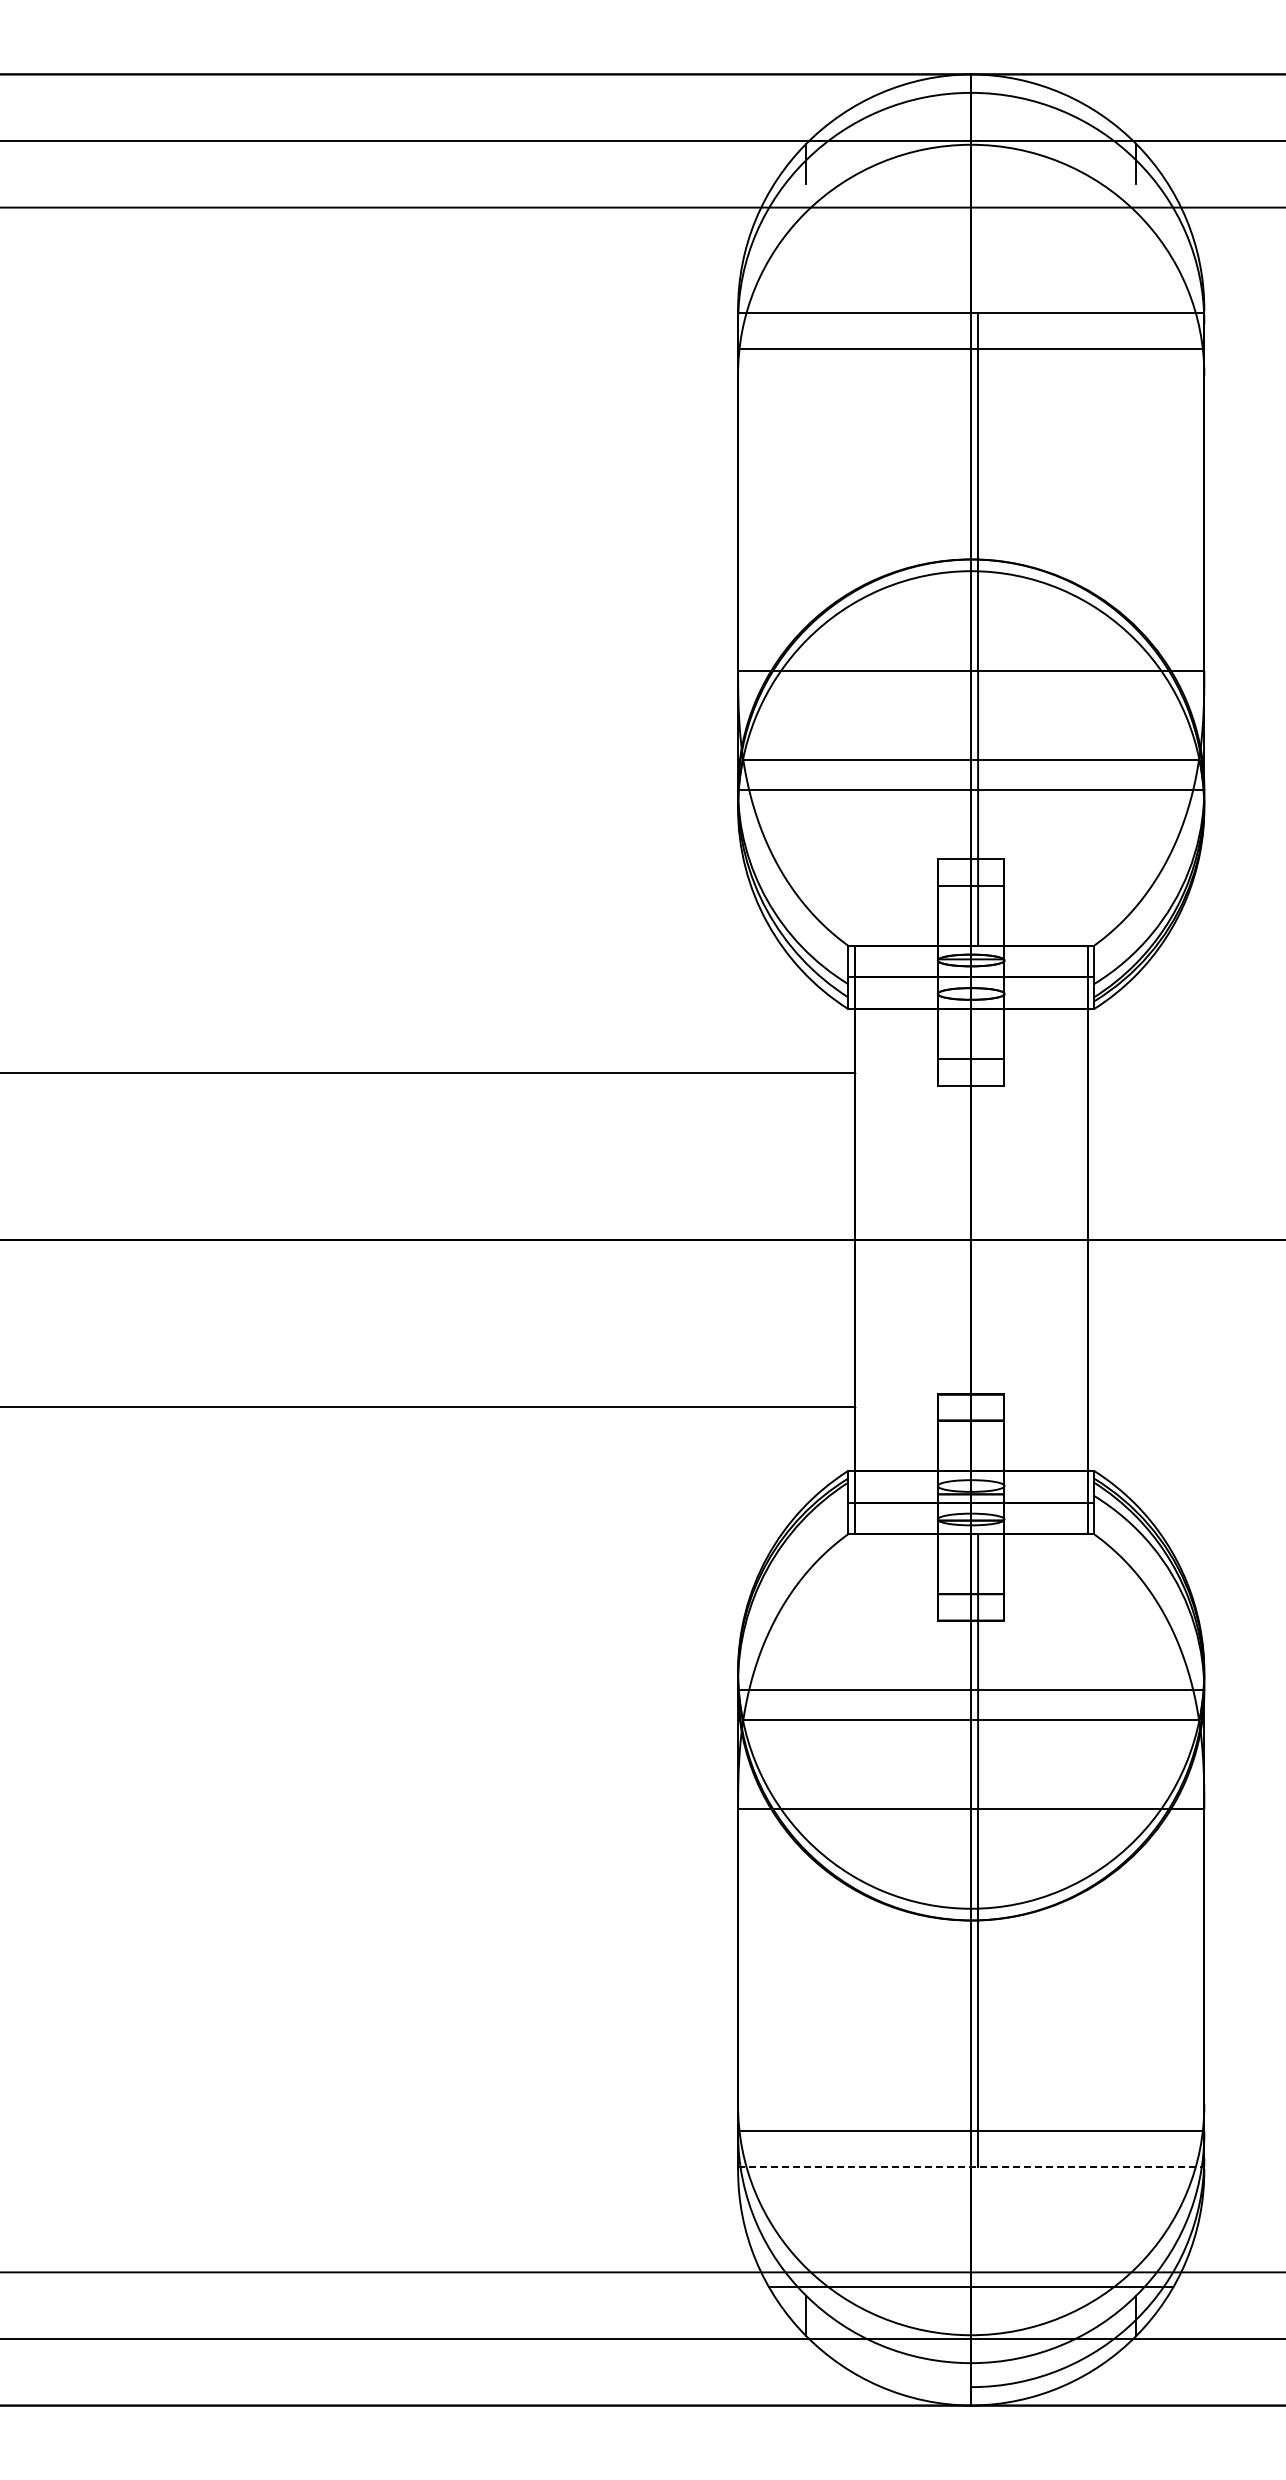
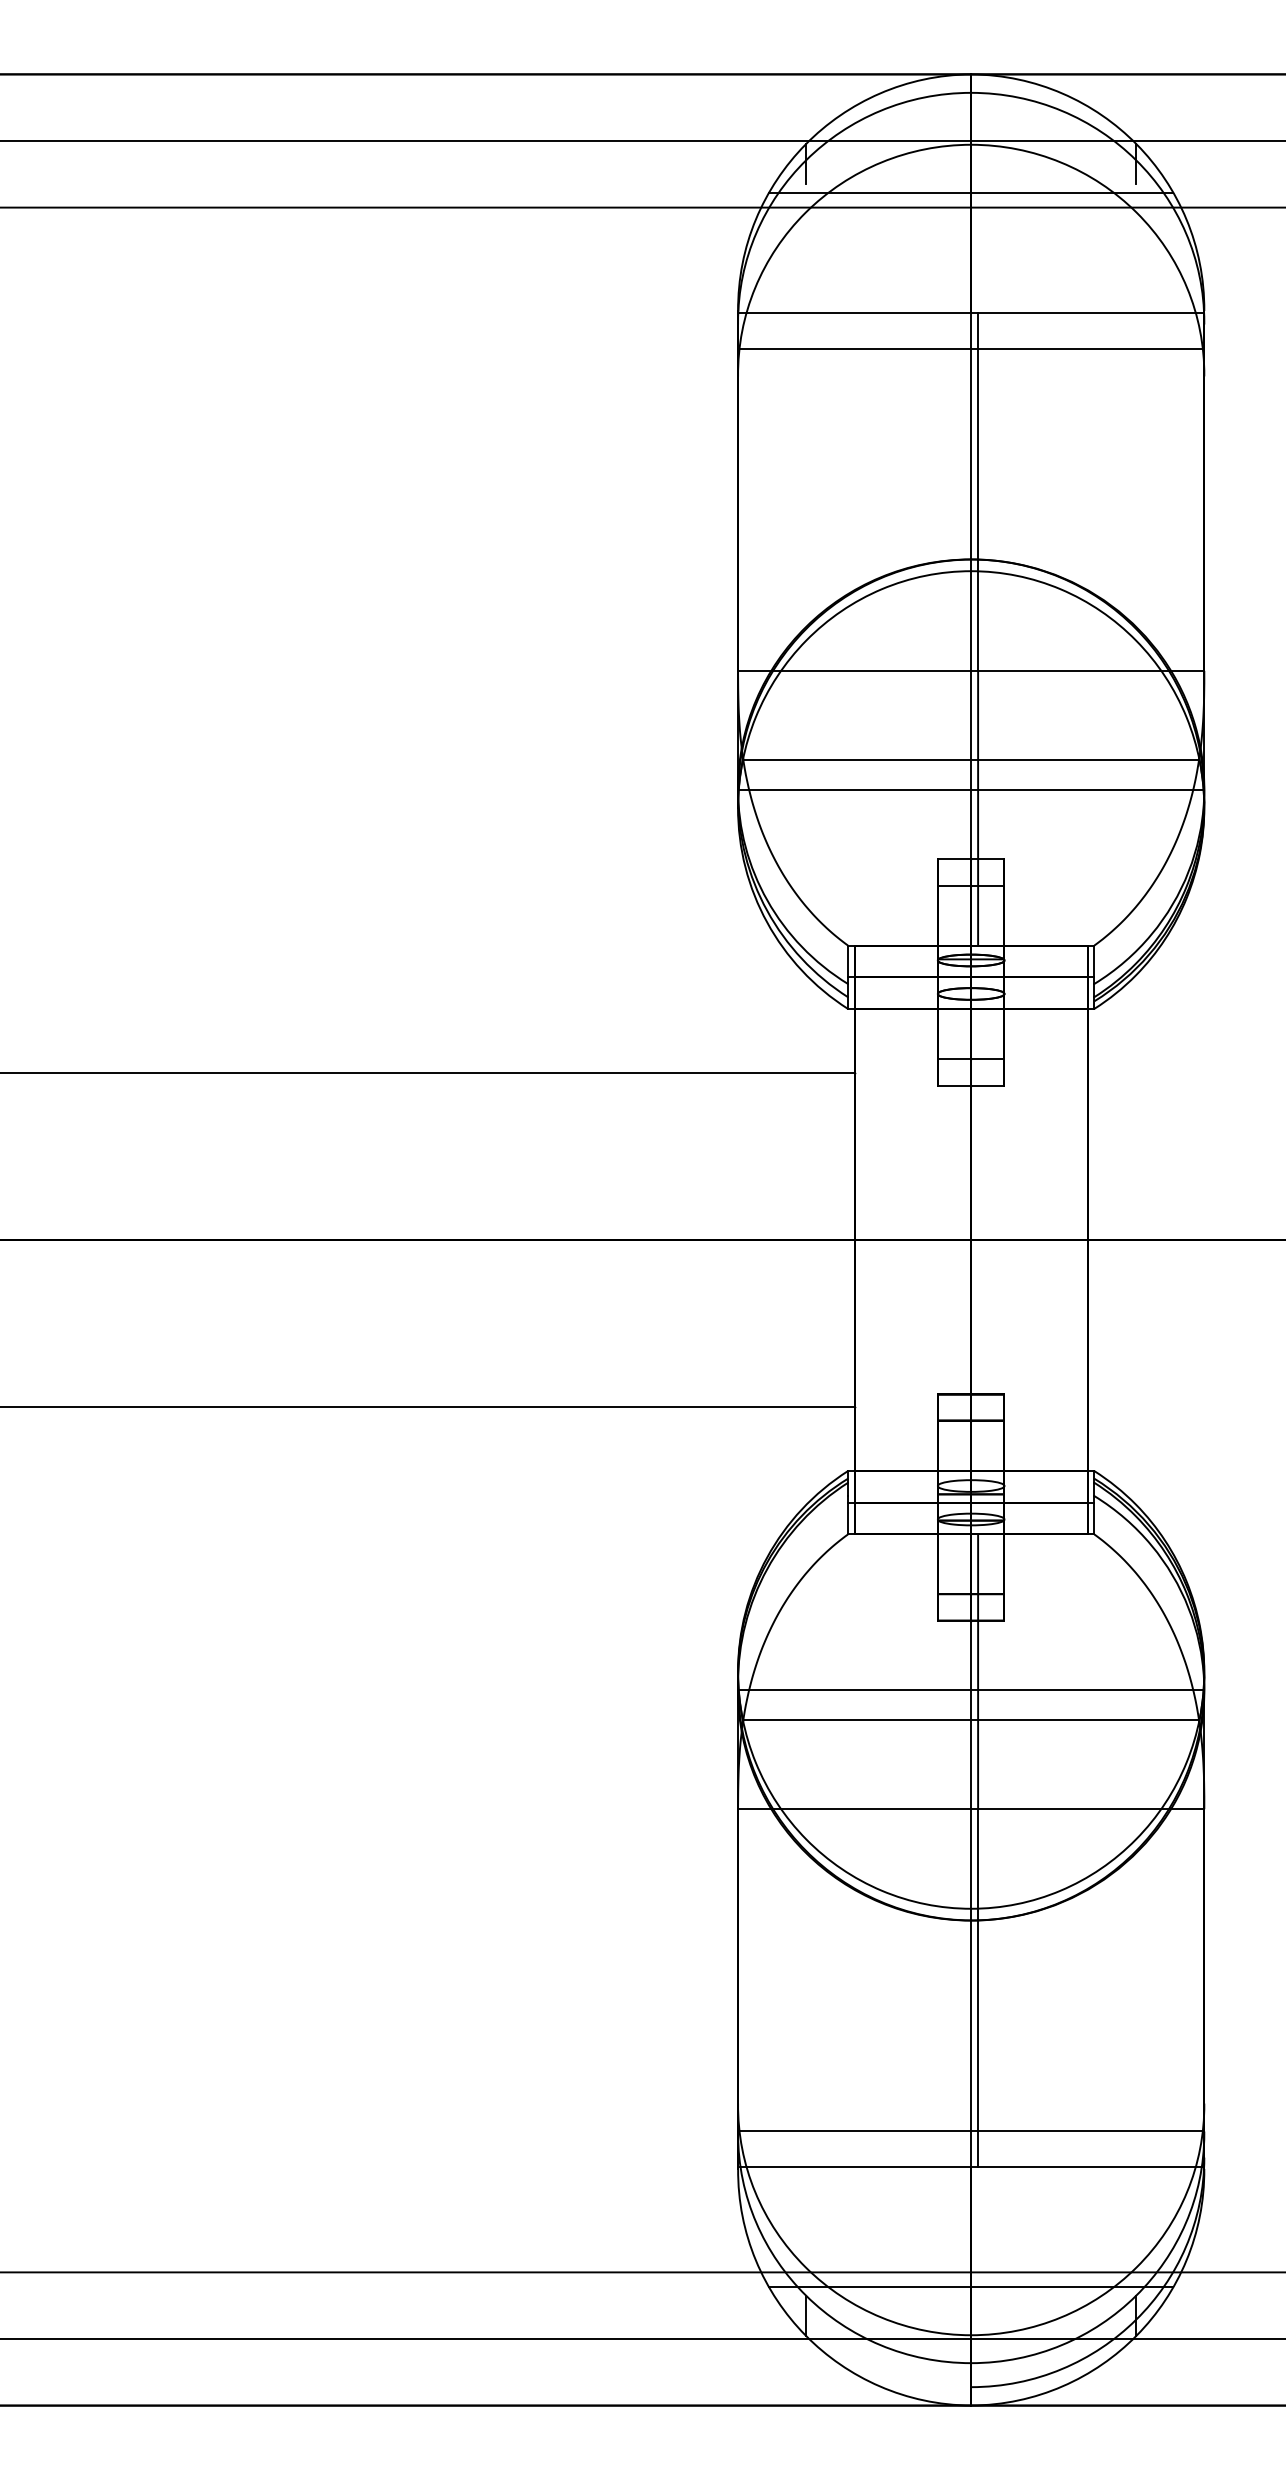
line at (971, 192): none -> present
line at (971, 2166): dashed -> solid
